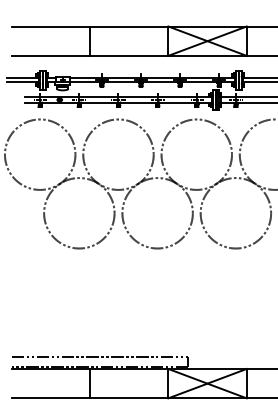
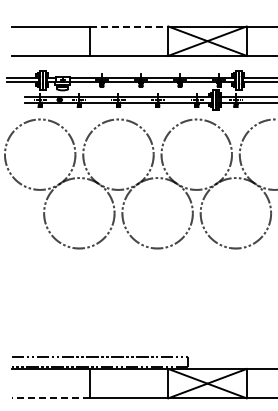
line at (129, 26): solid -> dashed
line at (50, 398): solid -> dashed
